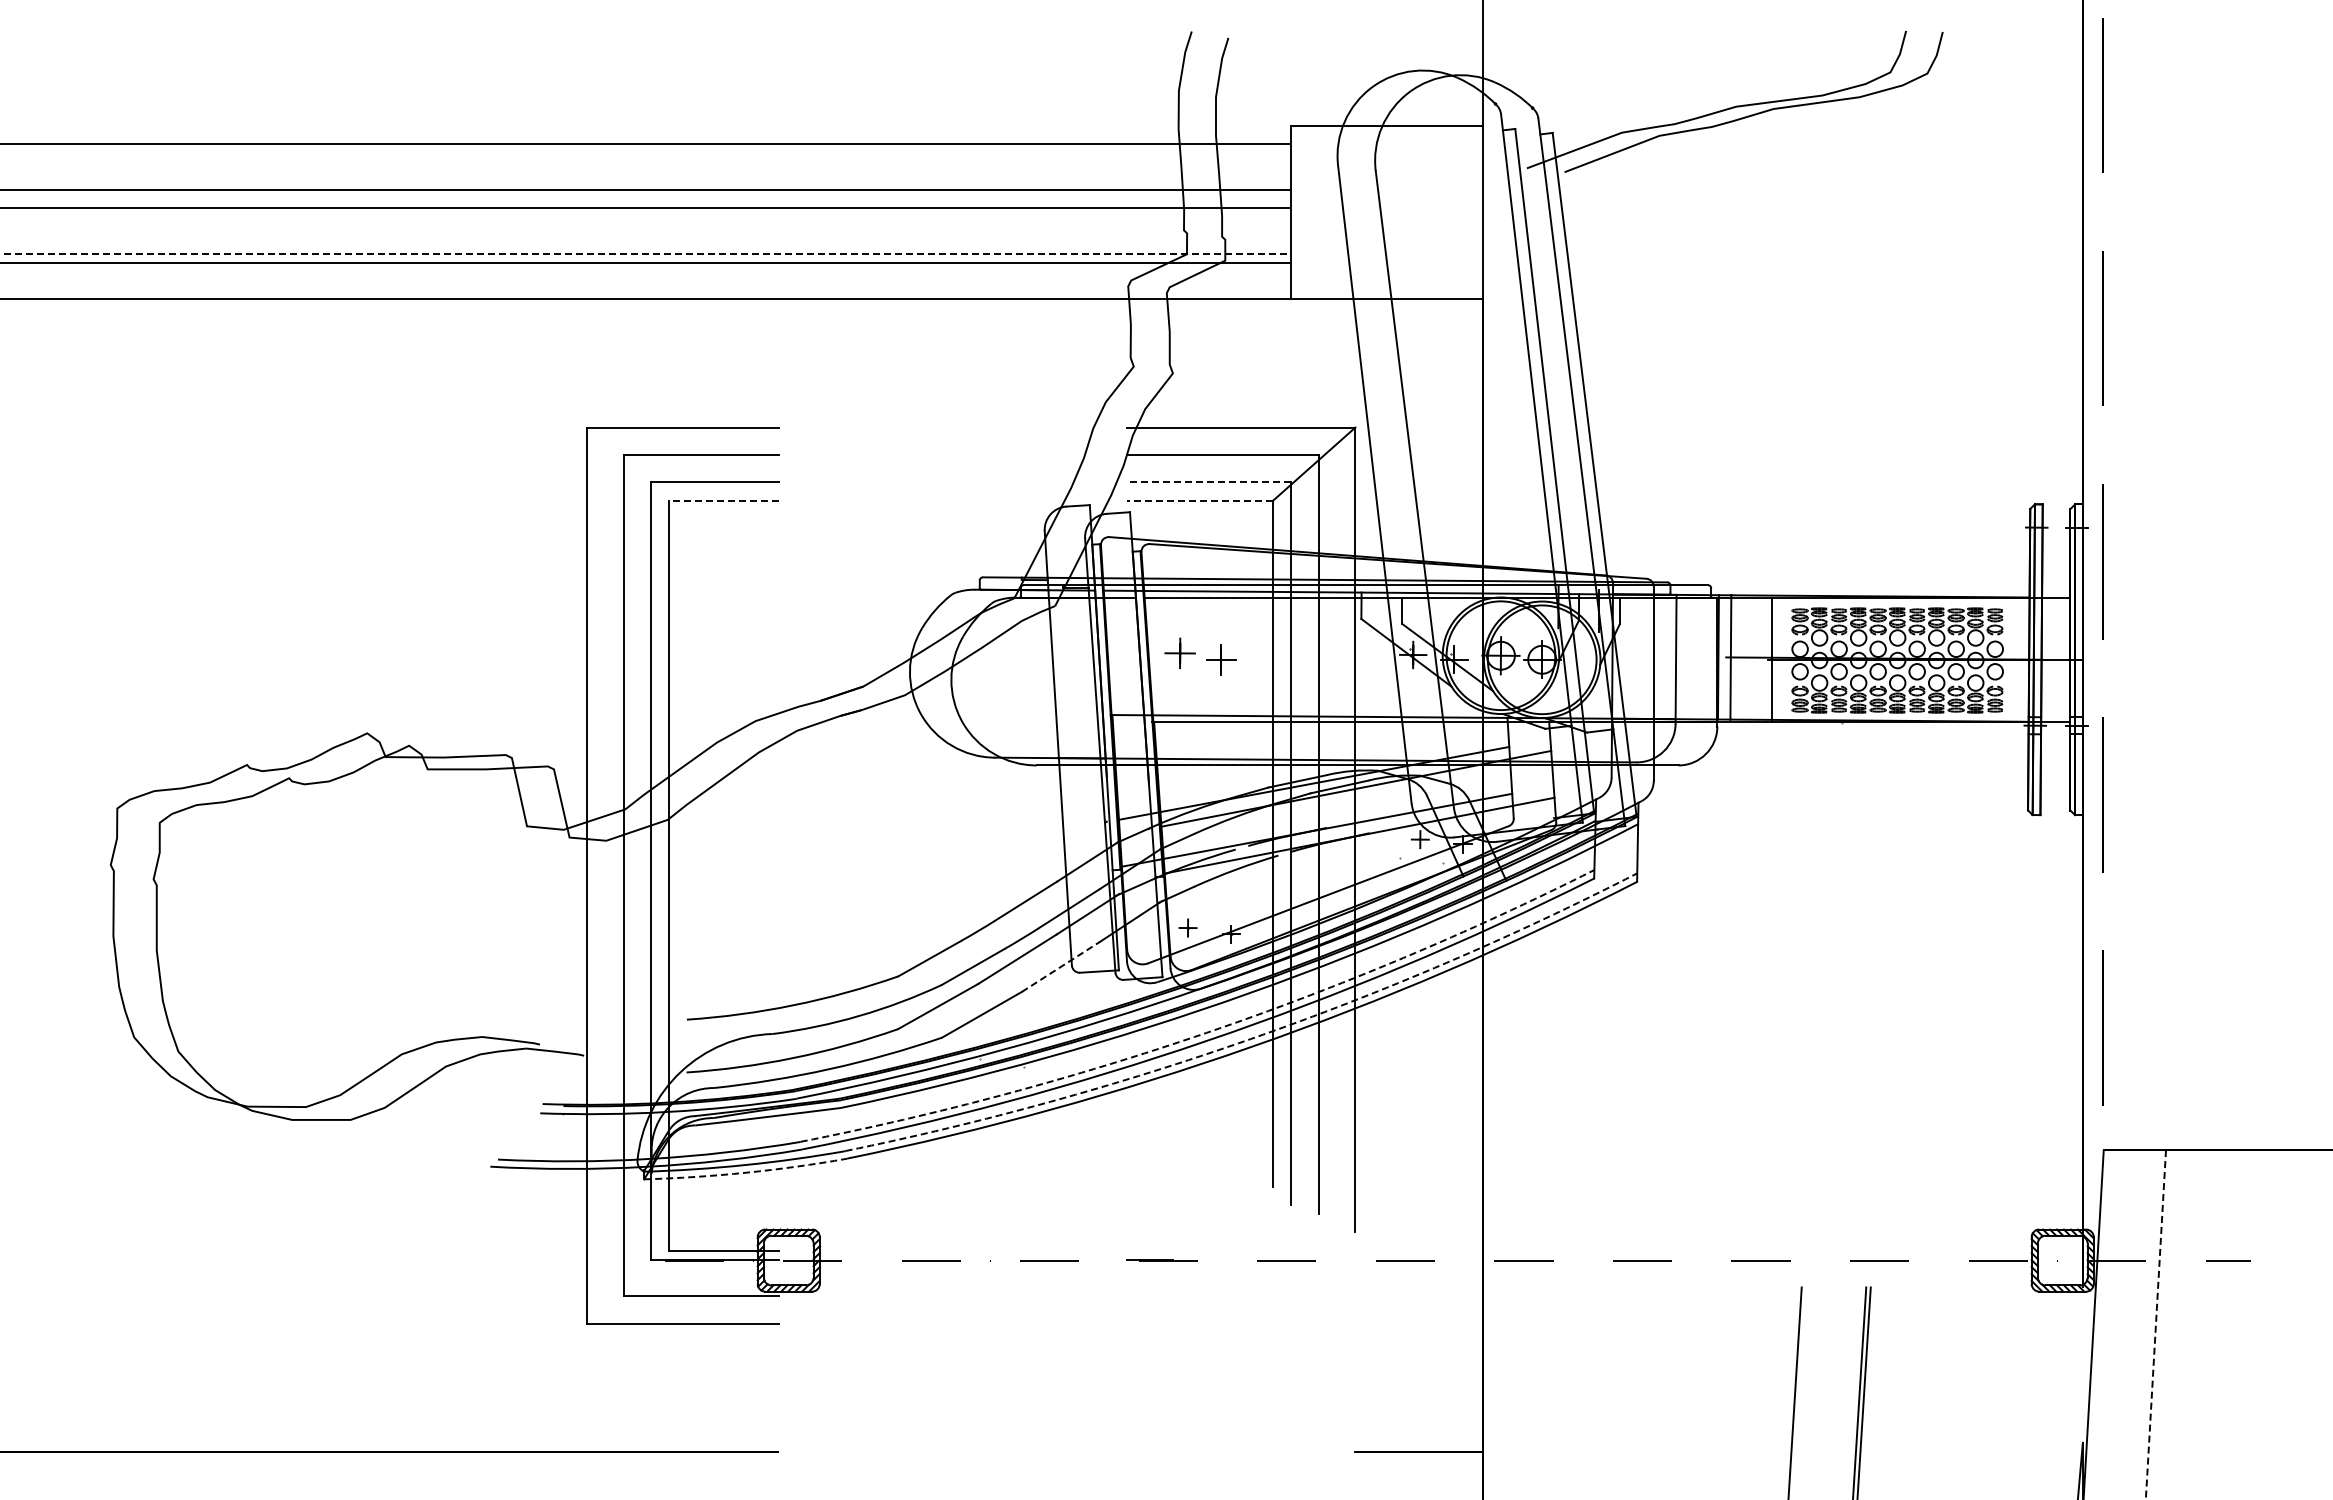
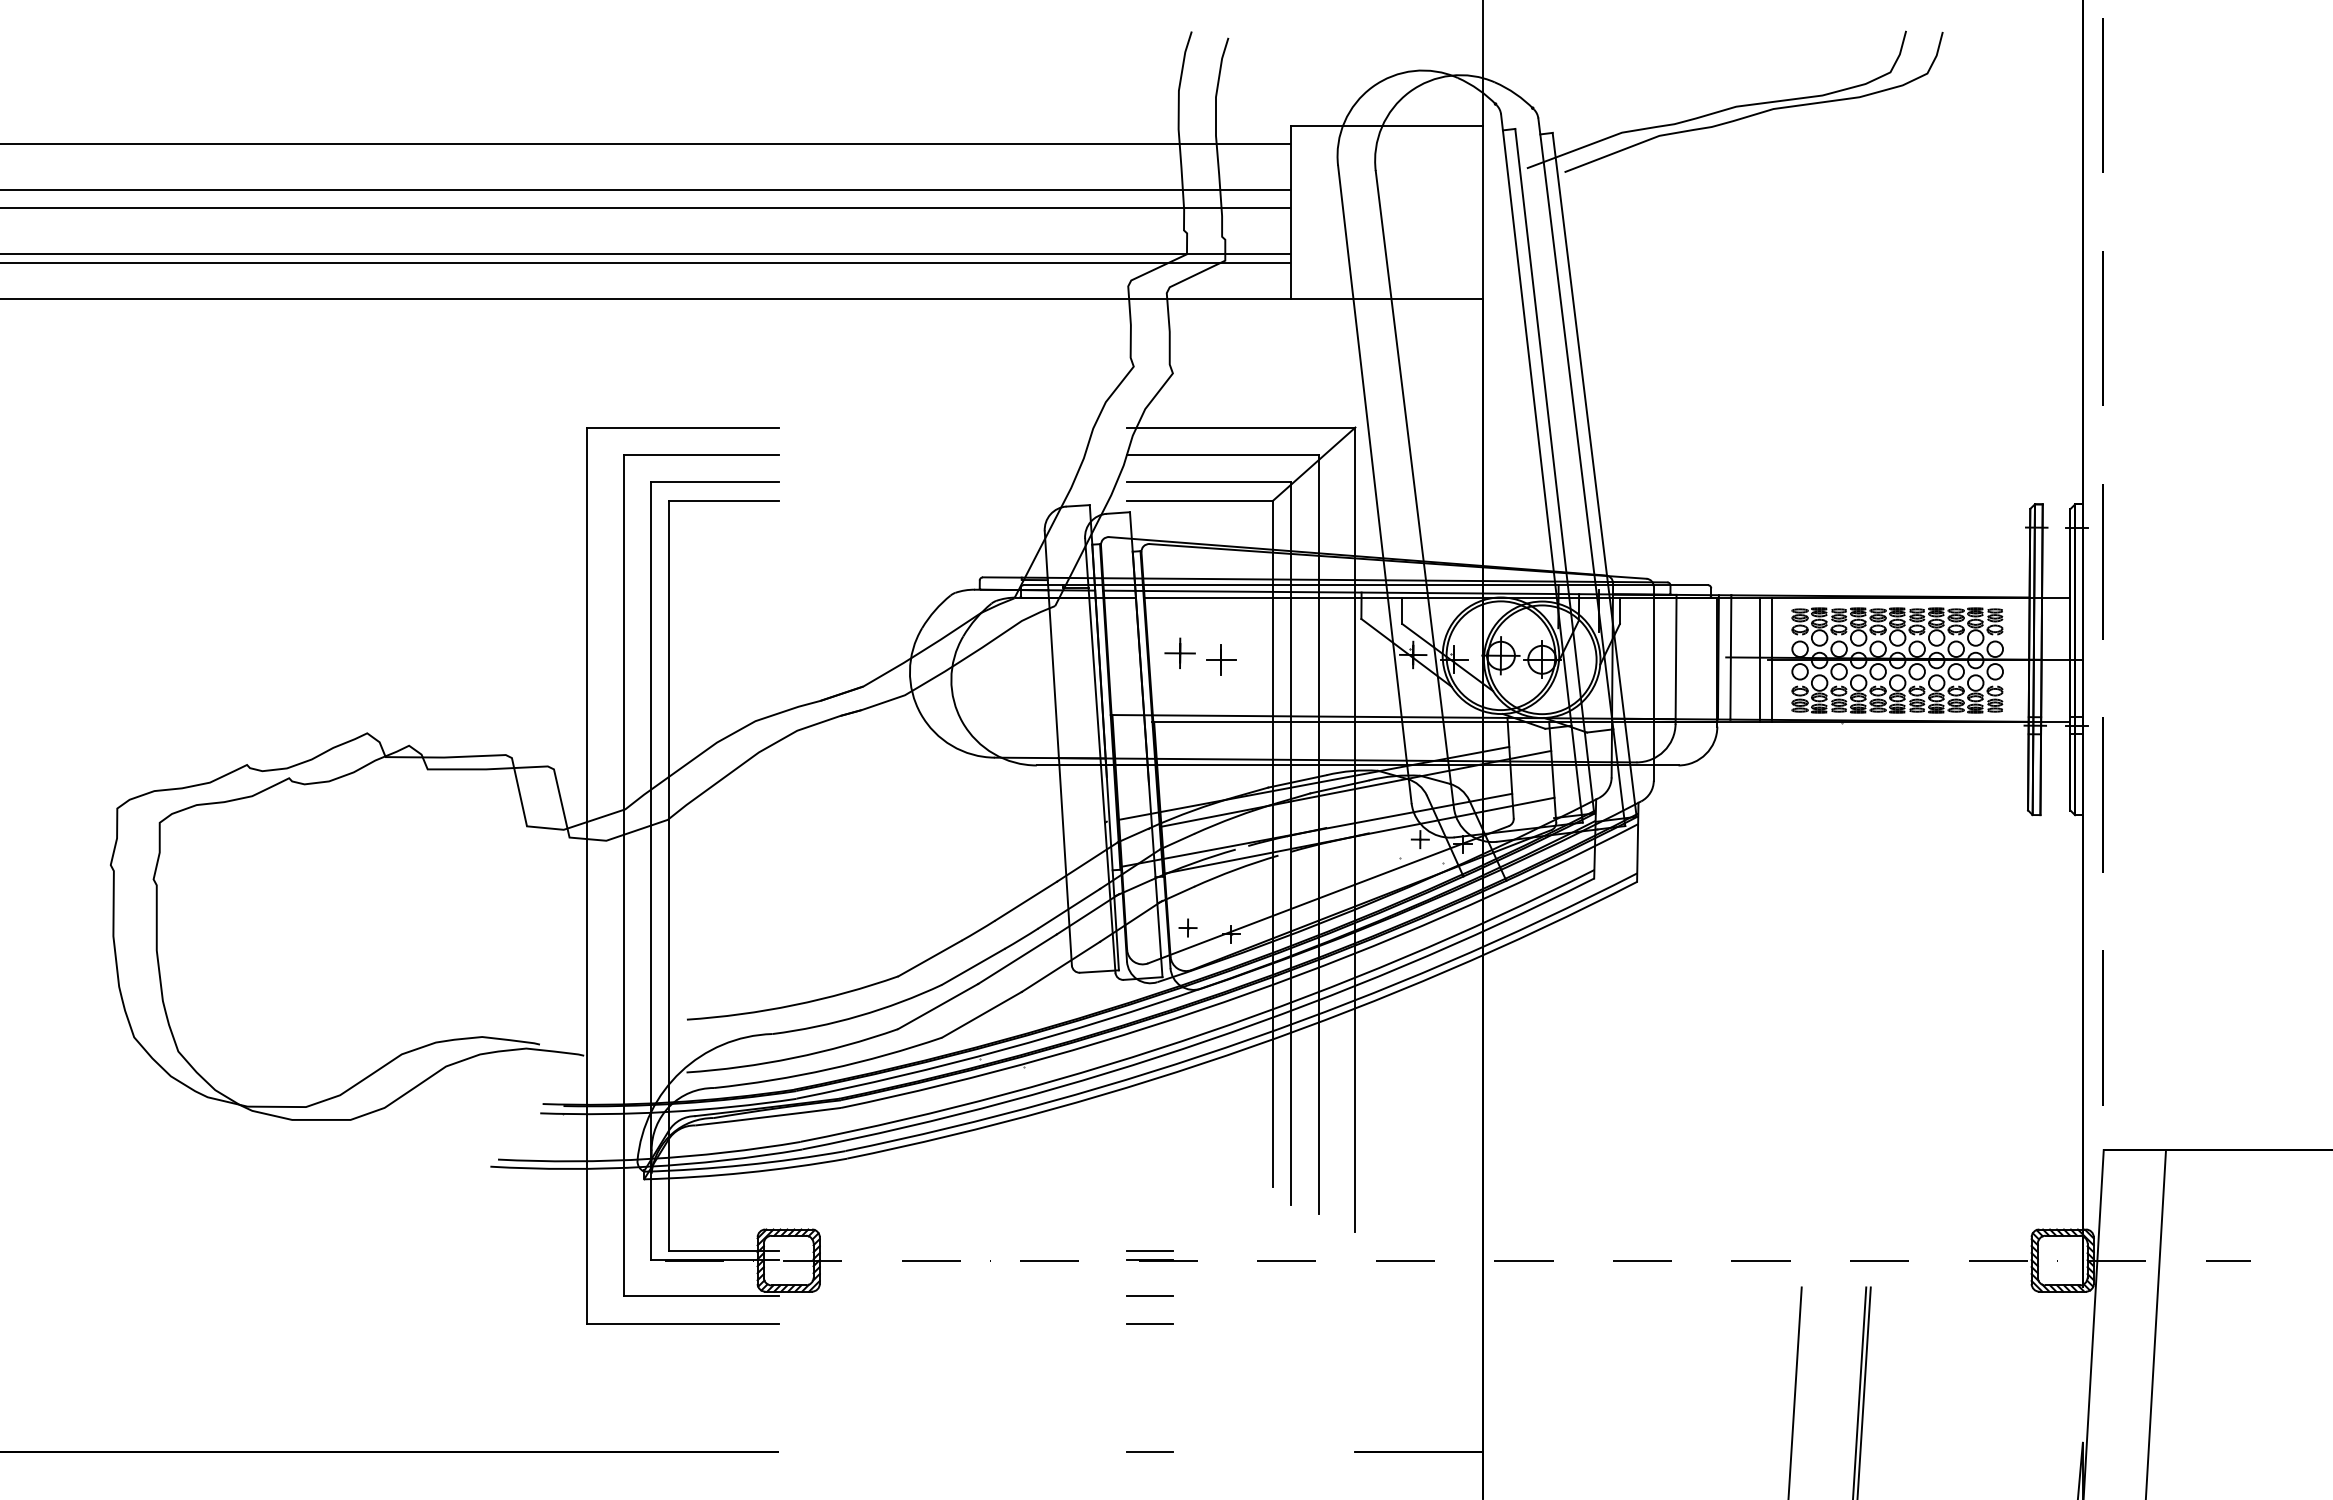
line at (646, 253): dashed -> solid
line at (1208, 482): dashed -> solid
line at (724, 500): dashed -> solid
line at (1199, 500): dashed -> solid
line at (1759, 659): none -> present
line at (1061, 966): dashed -> solid
arc at (1206, 1032): dashed -> solid
arc at (1250, 1039): dashed -> solid
arc at (746, 1172): dashed -> solid
line at (1149, 1250): none -> present
line at (1149, 1296): none -> present
line at (1149, 1323): none -> present
line at (2155, 1324): dashed -> solid
line at (1149, 1451): none -> present
